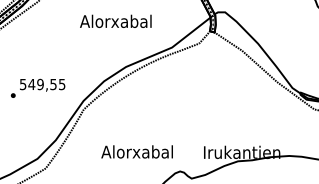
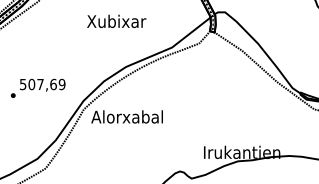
text at (115, 21): Alorxabal -> Xubixar
text at (46, 84): 549,55 -> 507,69
text at (136, 151) position: (136, 151) -> (126, 116)
